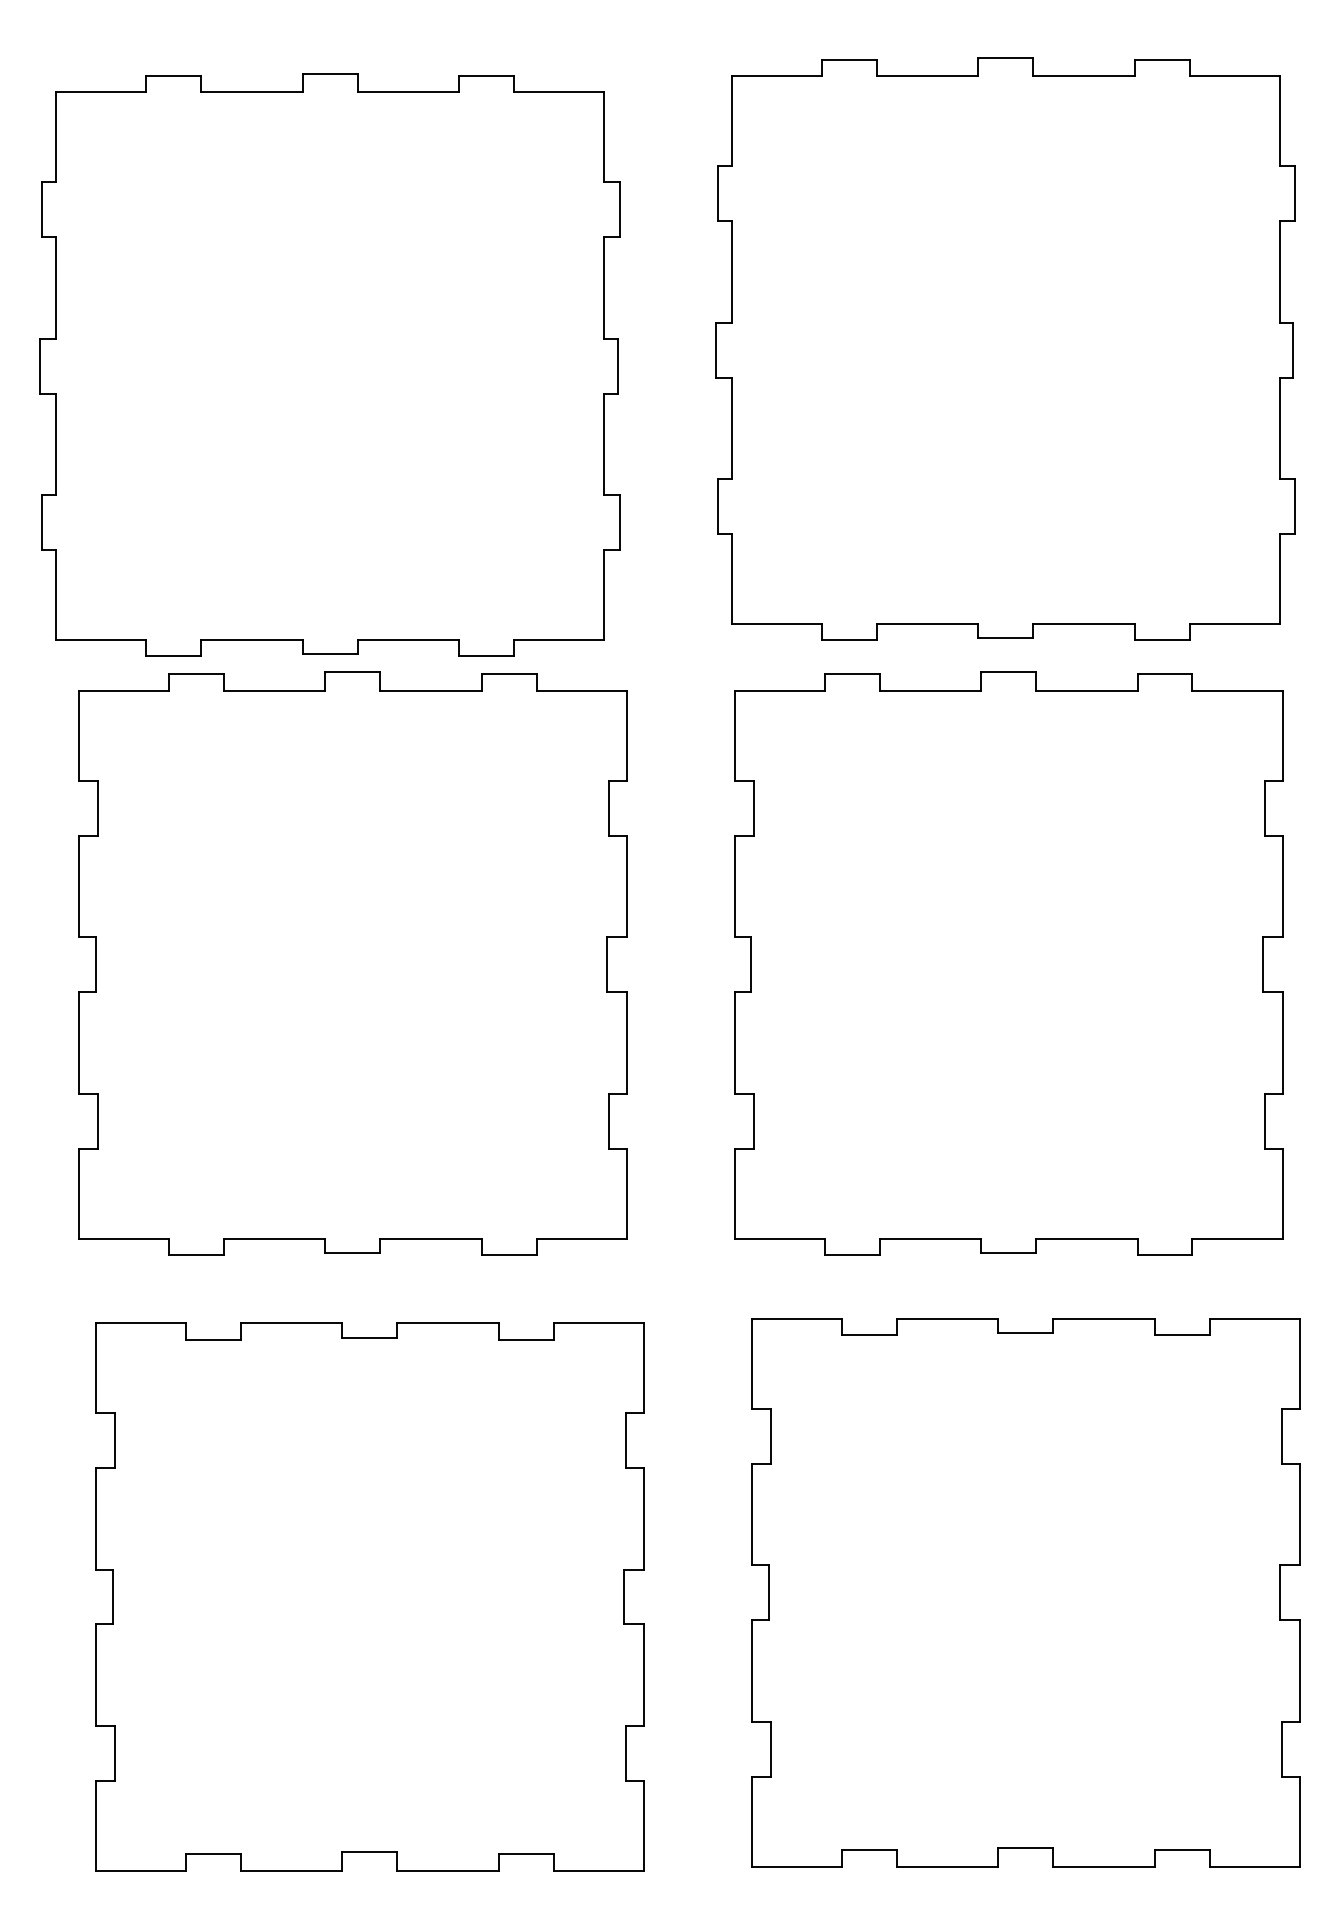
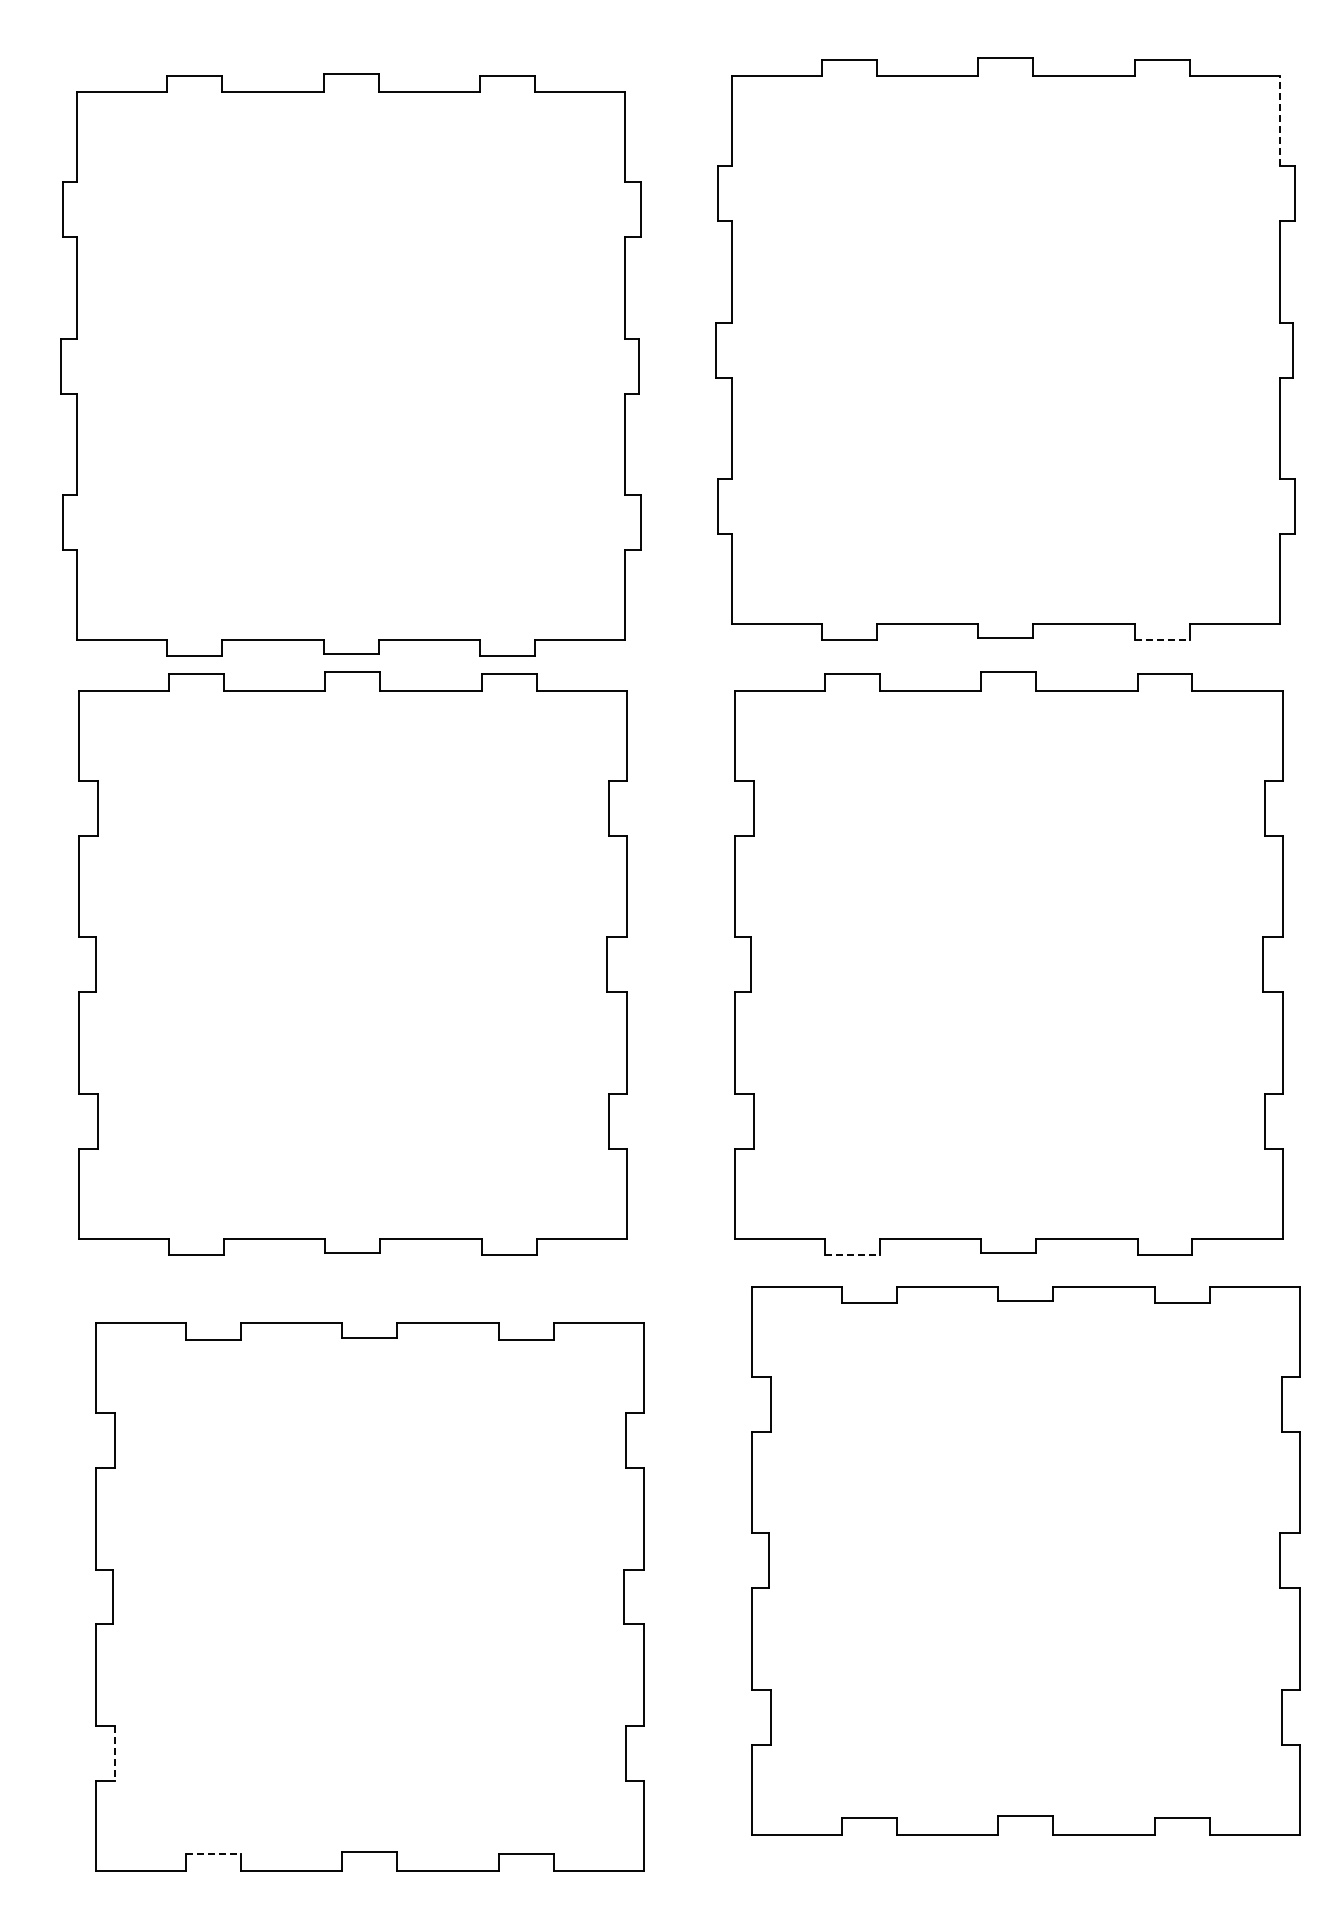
line at (1279, 120): solid -> dashed
part at (329, 364) position: (329, 364) -> (350, 364)
line at (1162, 640): solid -> dashed
line at (852, 1254): solid -> dashed
part at (1025, 1592) position: (1025, 1592) -> (1025, 1560)
line at (114, 1754): solid -> dashed
line at (213, 1854): solid -> dashed
